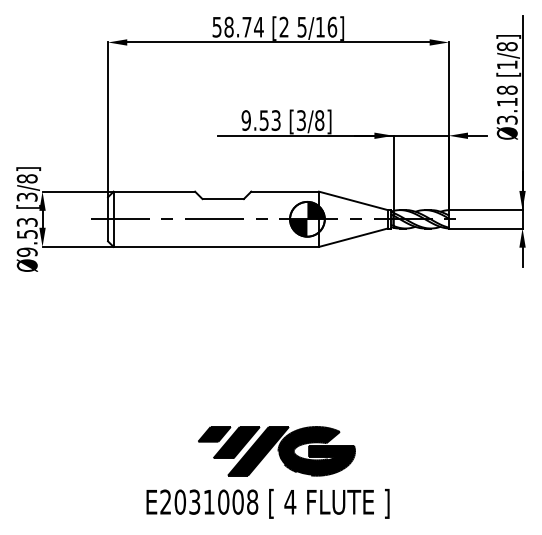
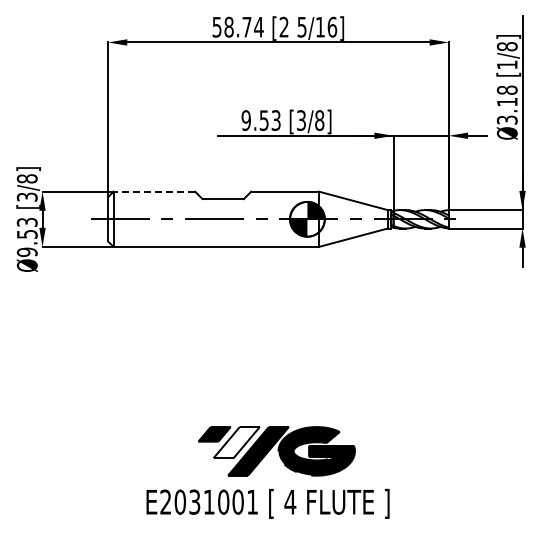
line at (154, 191): solid -> dashed
fill at (236, 442): present -> none
text at (252, 501): E2031008 -> E2031001
